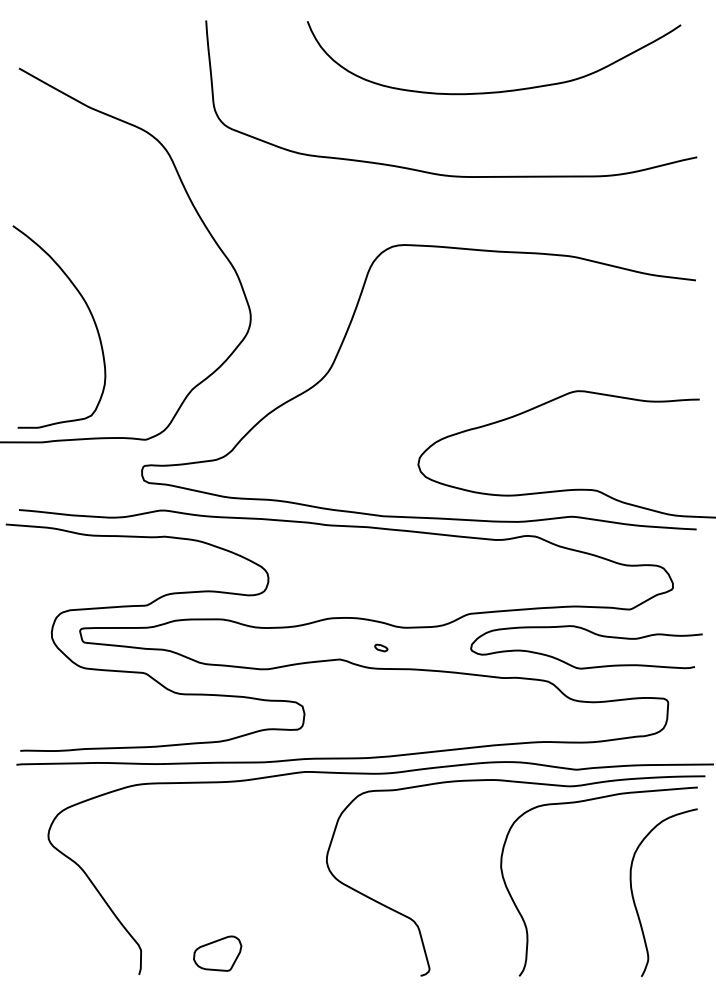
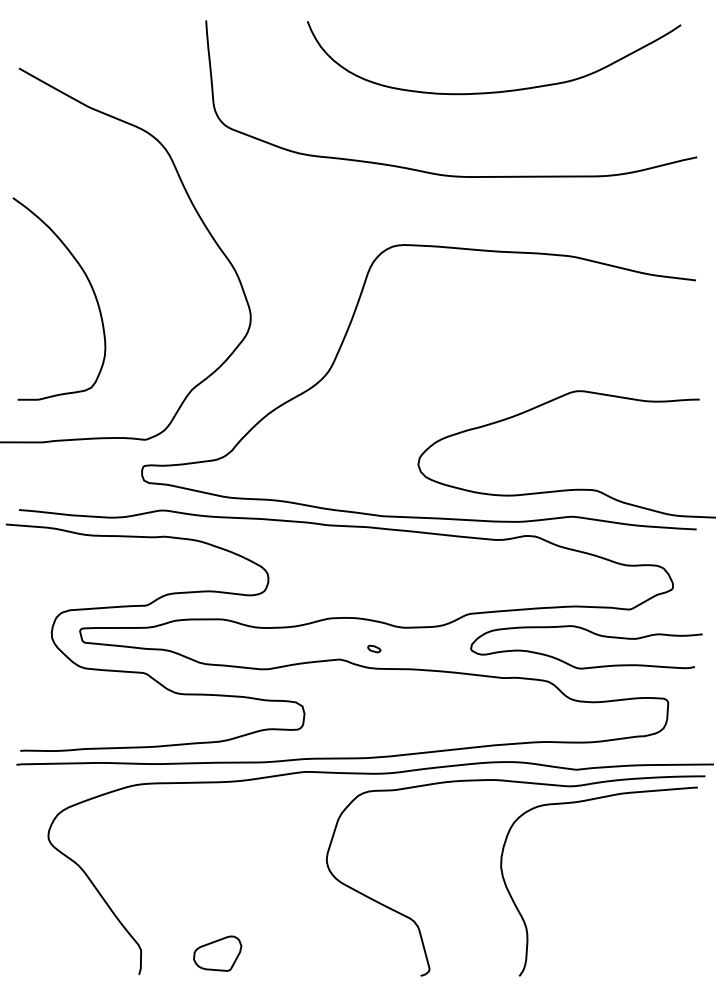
curve at (89, 312) position: (89, 312) -> (89, 284)
part at (381, 647) position: (381, 647) -> (374, 648)
curve at (634, 898): present -> none
